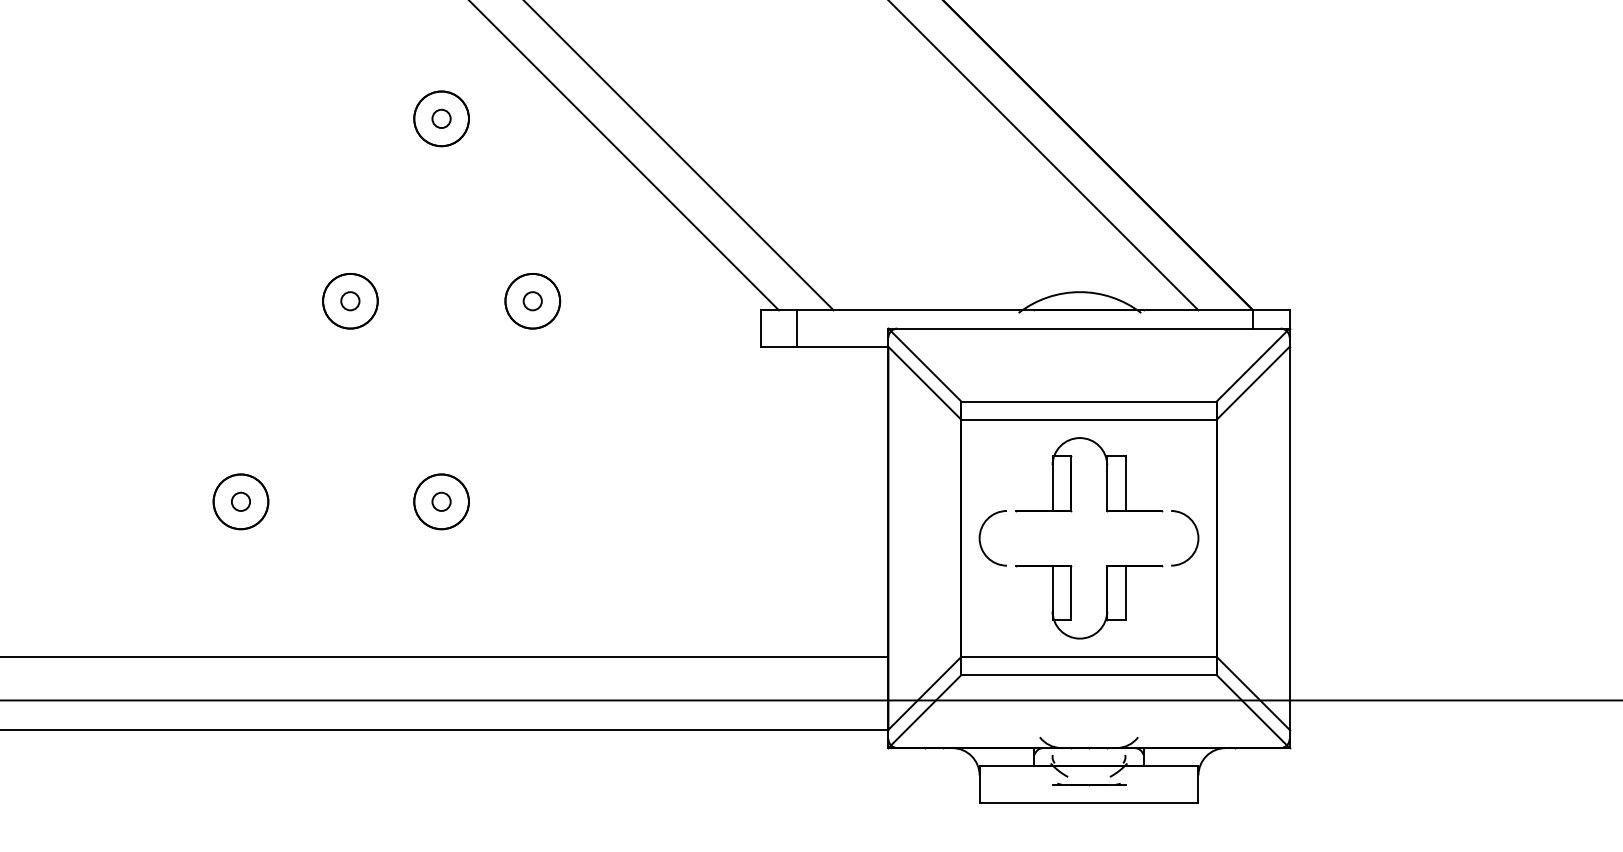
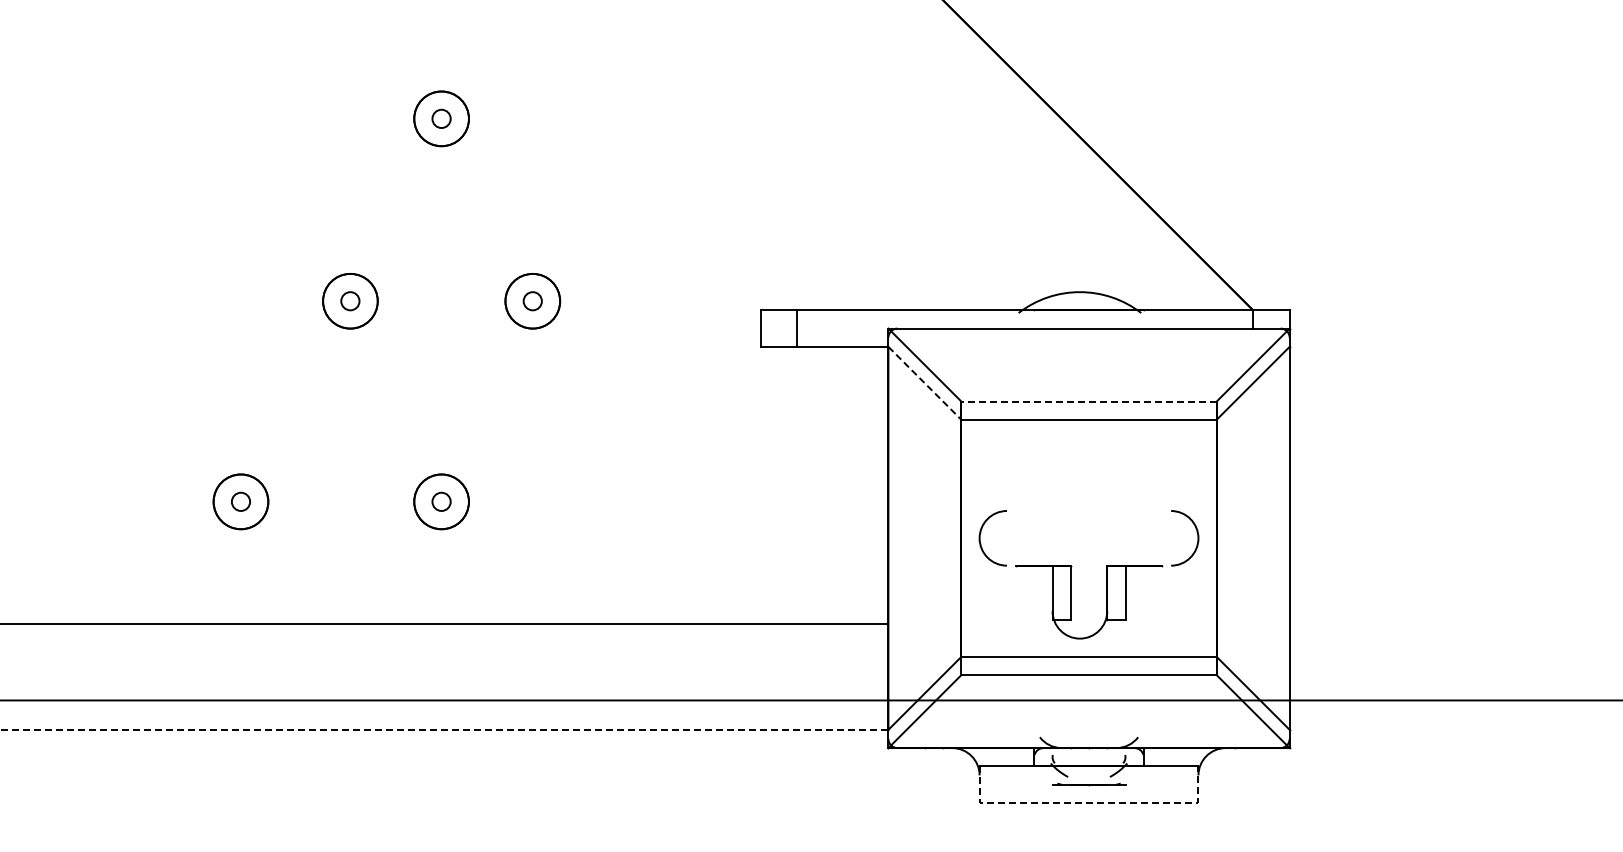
line at (624, 156): present -> none
line at (679, 156): present -> none
line at (1044, 156): present -> none
line at (924, 383): solid -> dashed
line at (1089, 401): solid -> dashed
part at (1106, 474): present -> none
line at (445, 656) position: (445, 656) -> (445, 623)
line at (444, 729): solid -> dashed
line at (1089, 802): solid -> dashed
